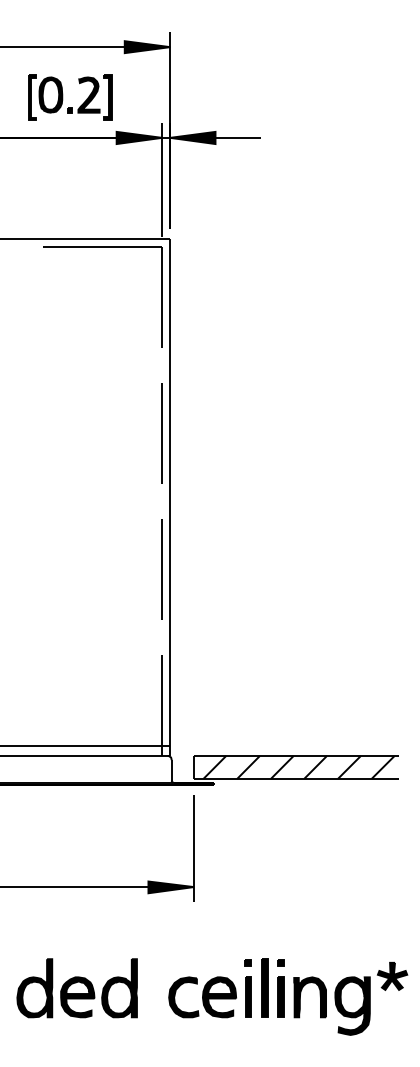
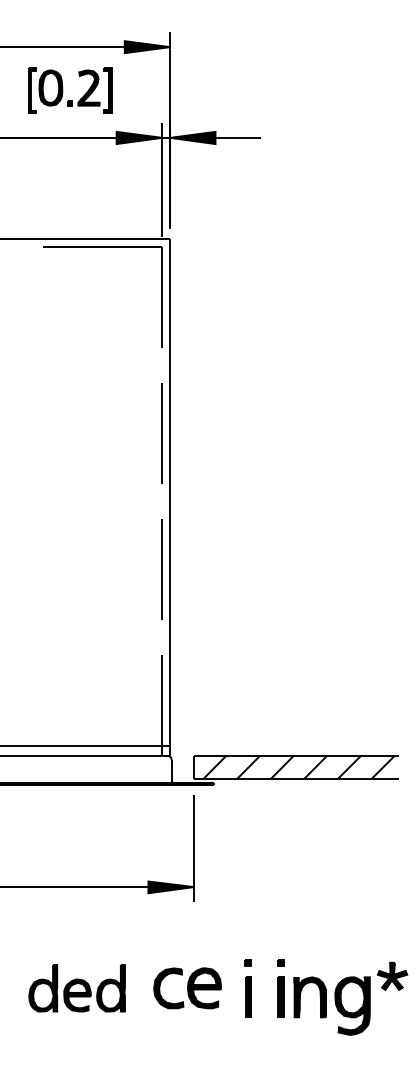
part at (63, 97) position: (63, 97) -> (63, 90)
part at (264, 987): present -> none
part at (76, 988) size: 122x61 px -> 98x49 px
part at (202, 997) position: (202, 997) -> (187, 988)
